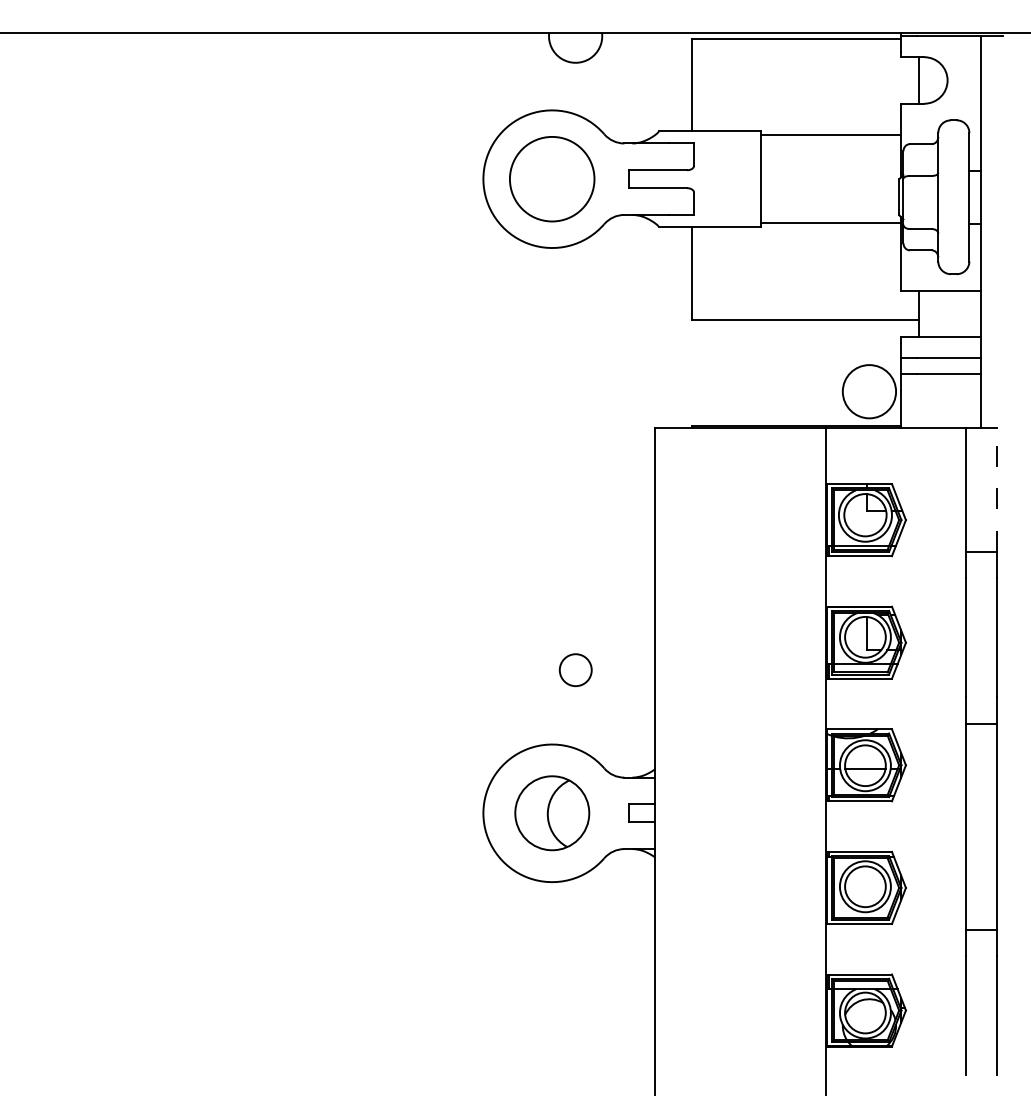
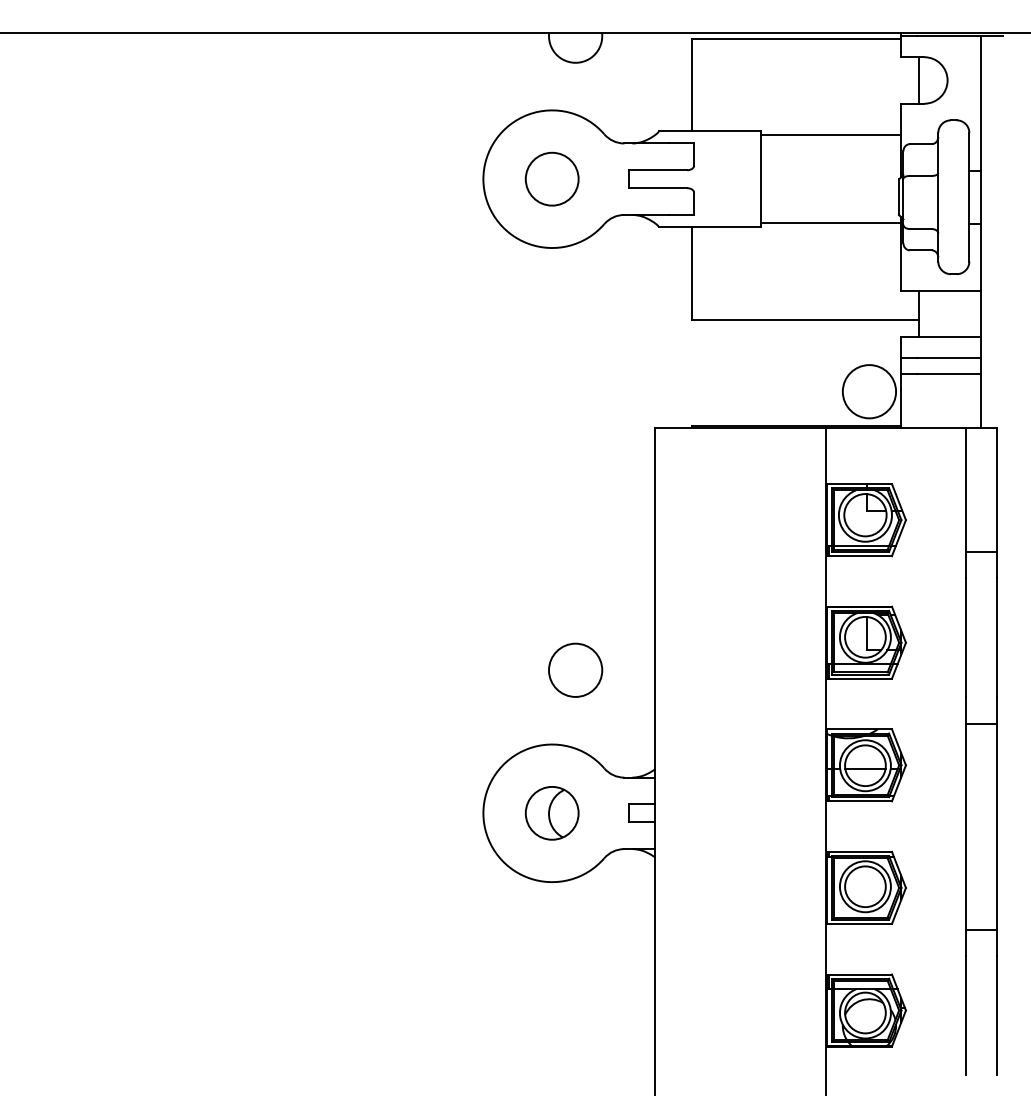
circle at (551, 178) diameter: 85 px -> 53 px
line at (997, 490): dashed -> solid
circle at (575, 670) size: 35x35 px -> 56x56 px
part at (552, 813) size: 77x77 px -> 56x55 px
